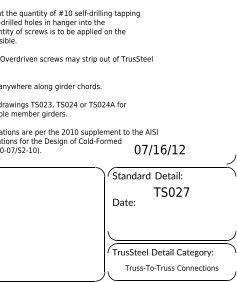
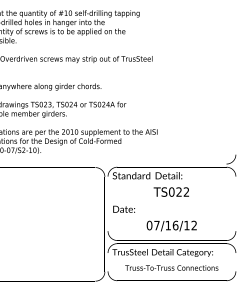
text at (159, 149) position: (159, 149) -> (171, 225)
text at (186, 191): TS027 -> TS022
text at (123, 201) position: (123, 201) -> (123, 208)
